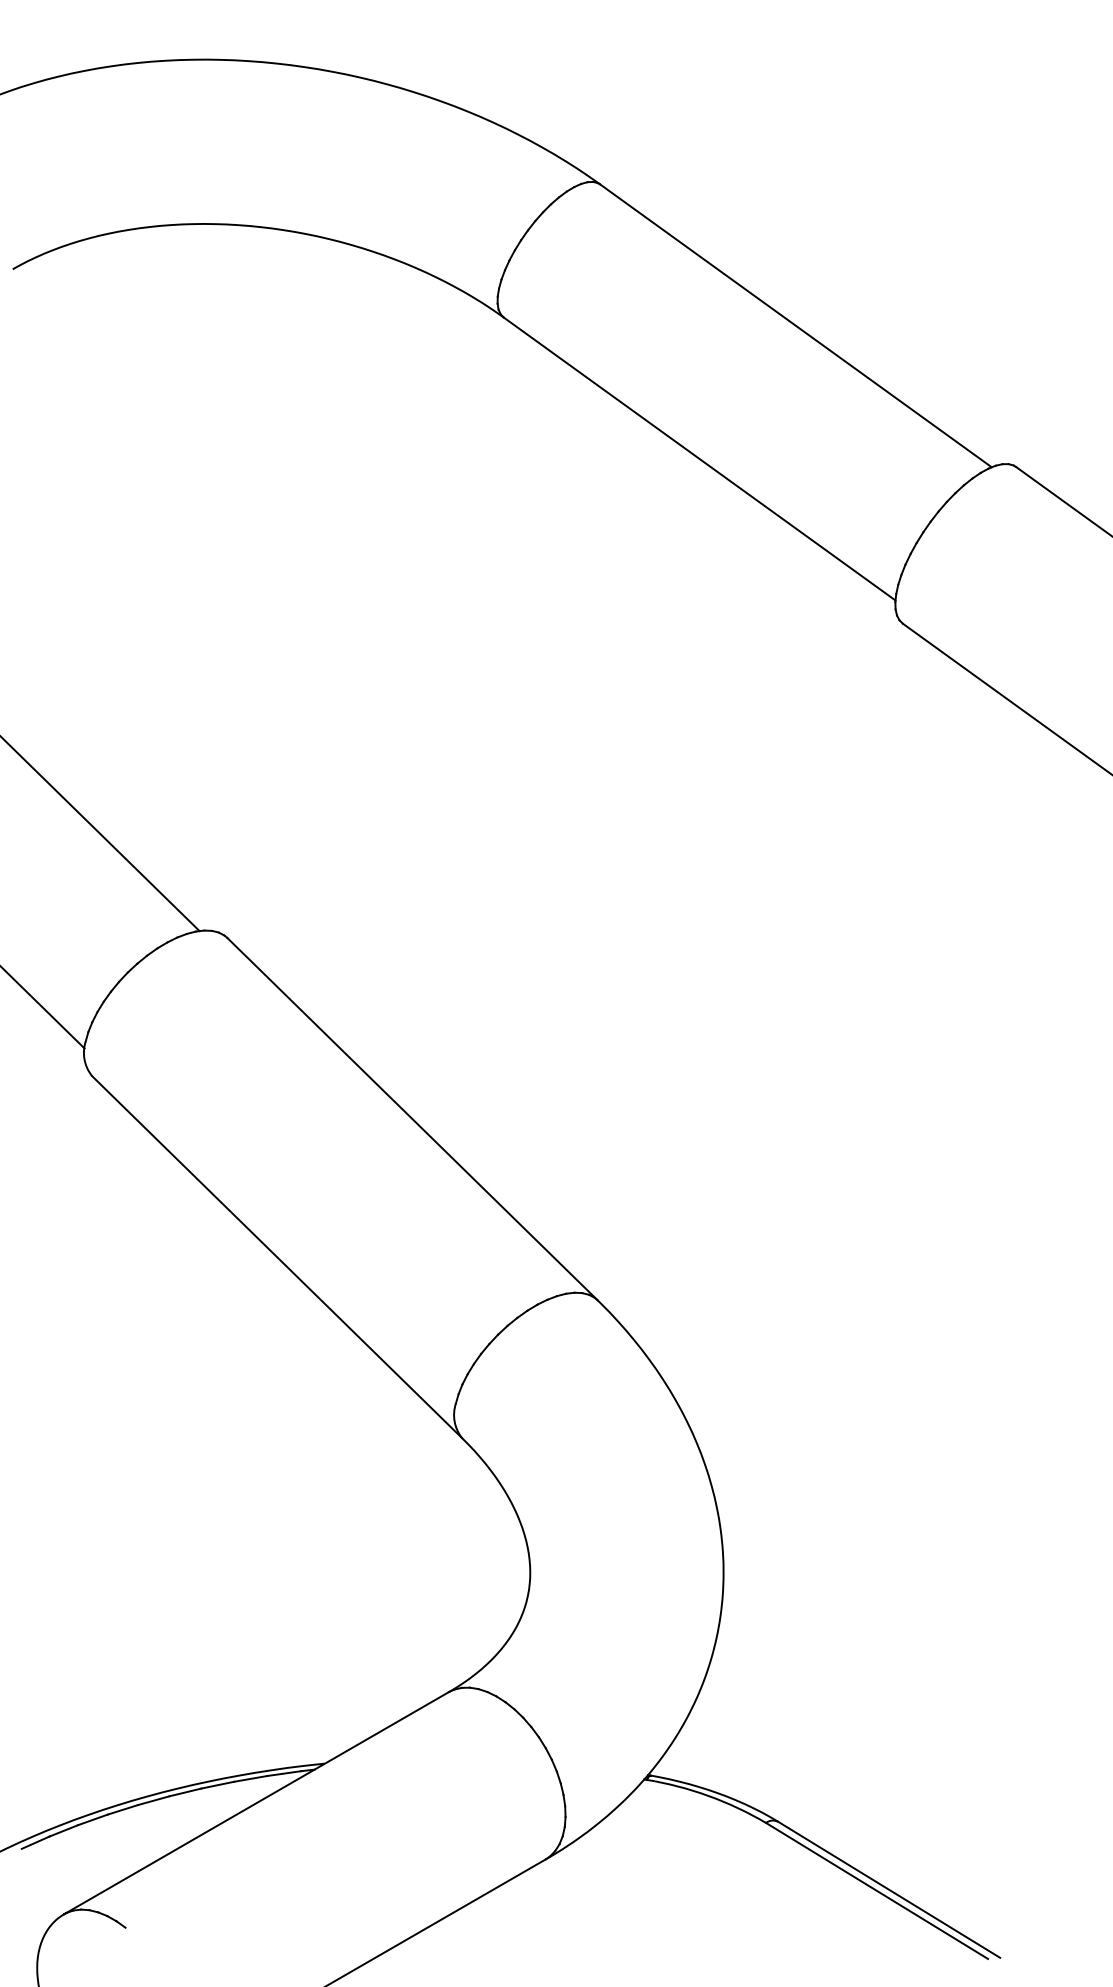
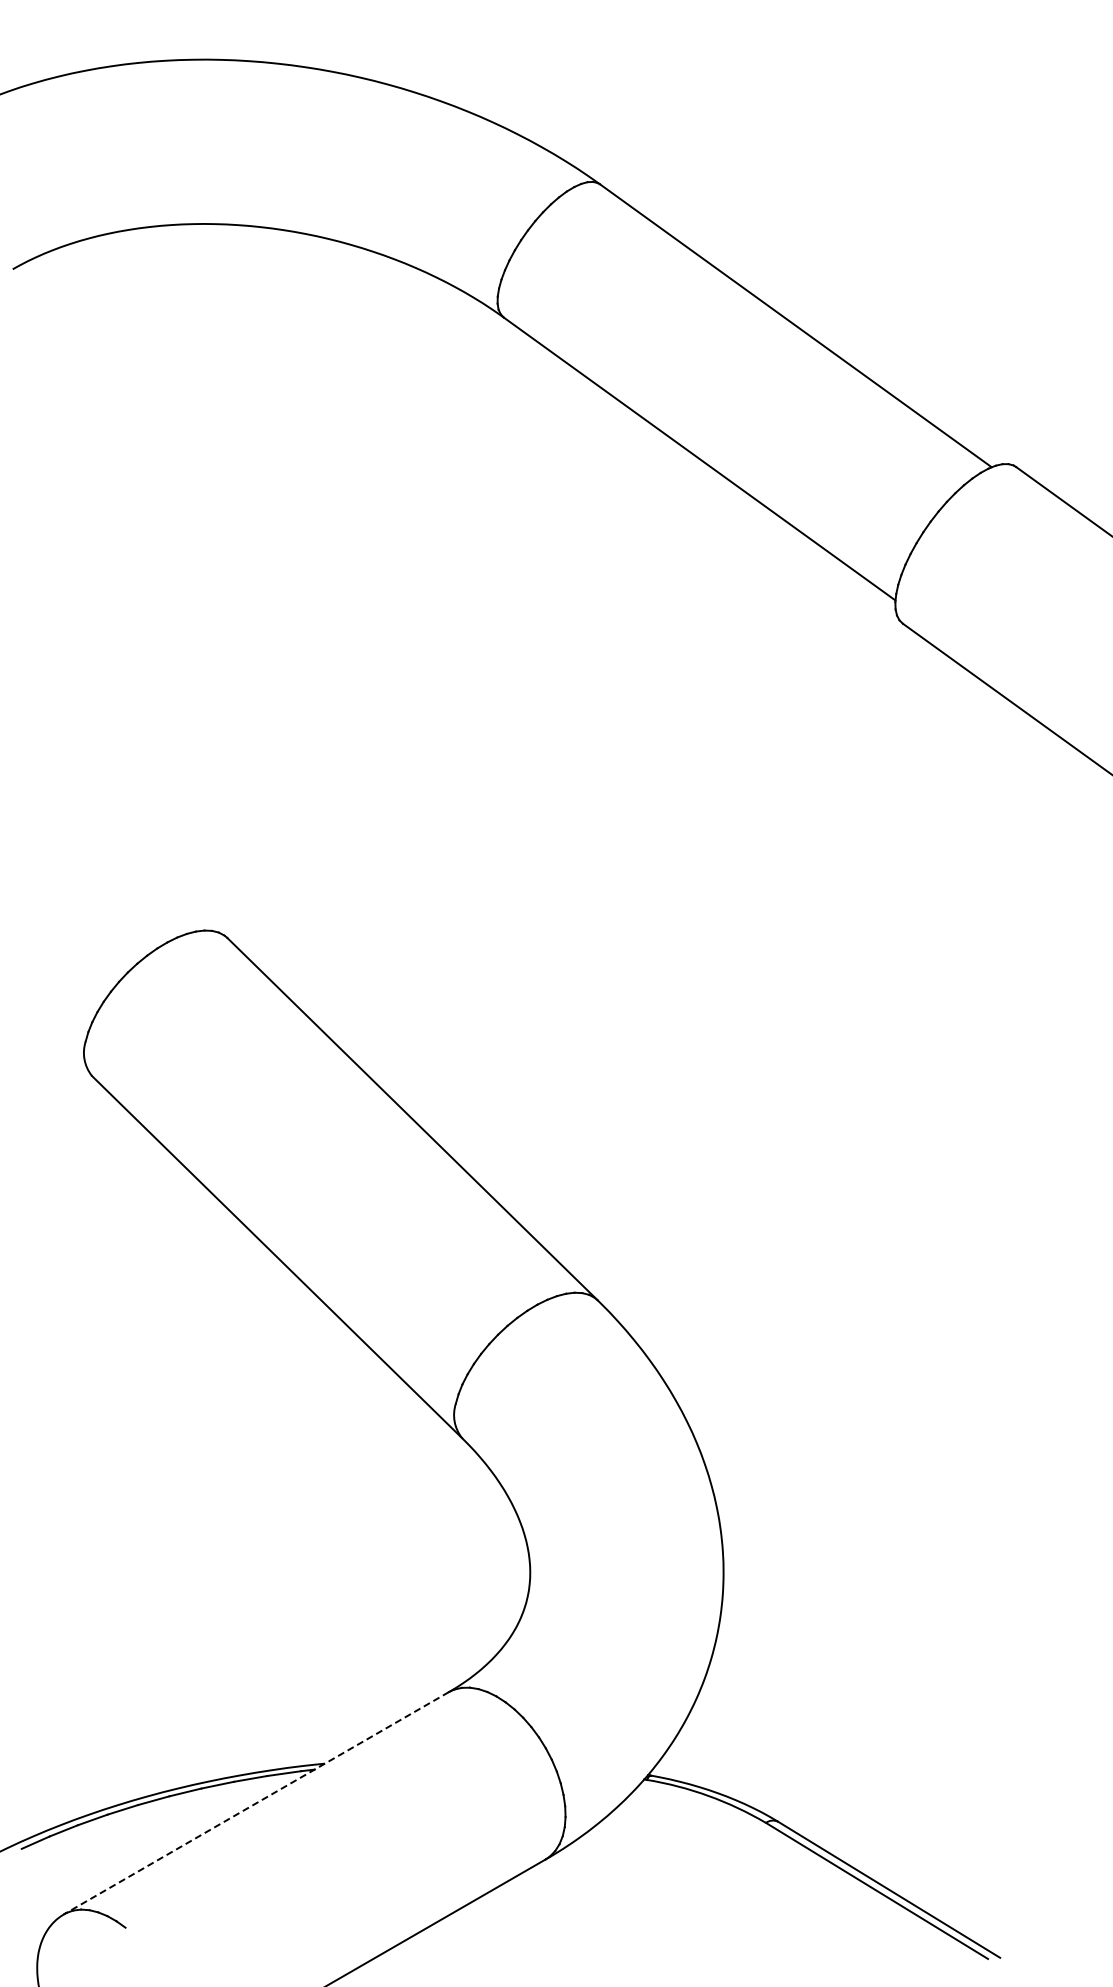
line at (100, 834): present -> none
line at (43, 1007): present -> none
line at (256, 1803): solid -> dashed
